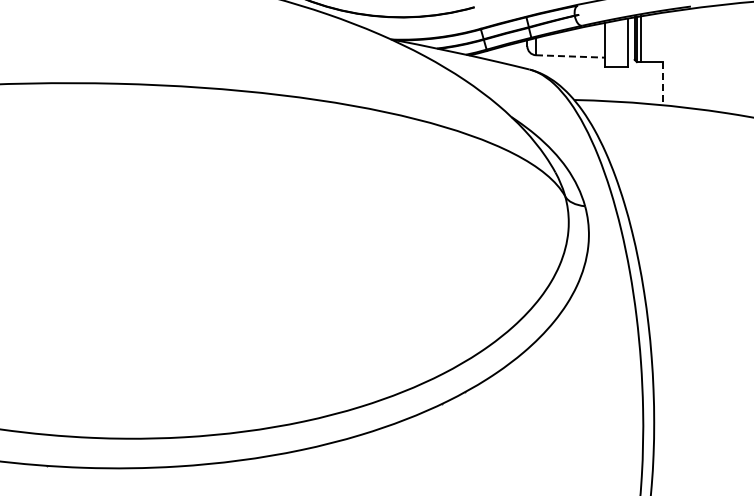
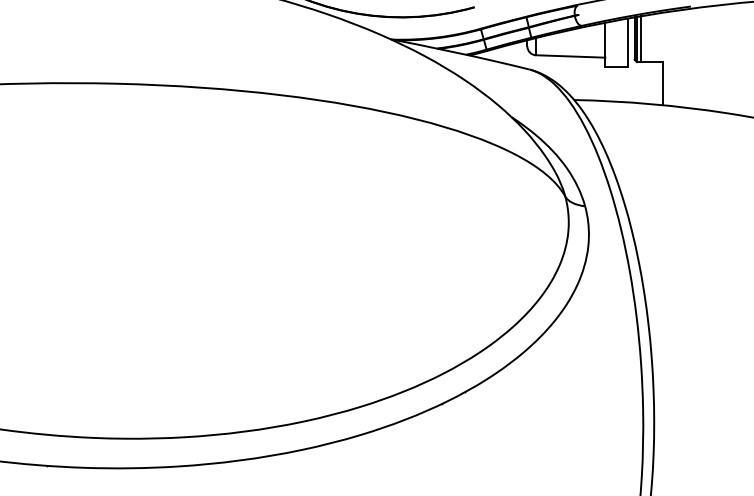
line at (570, 56): dashed -> solid
line at (662, 83): dashed -> solid
